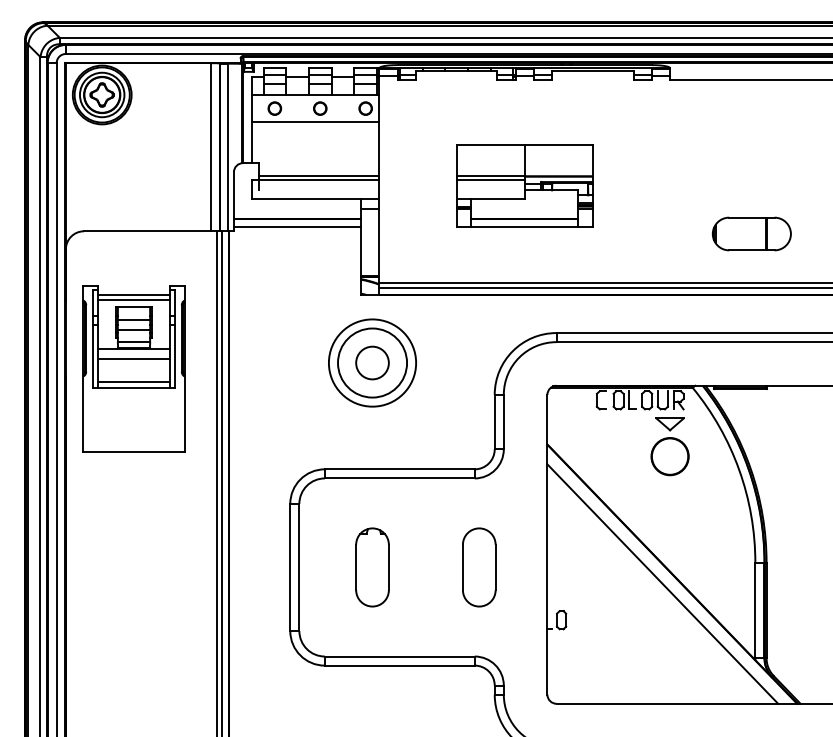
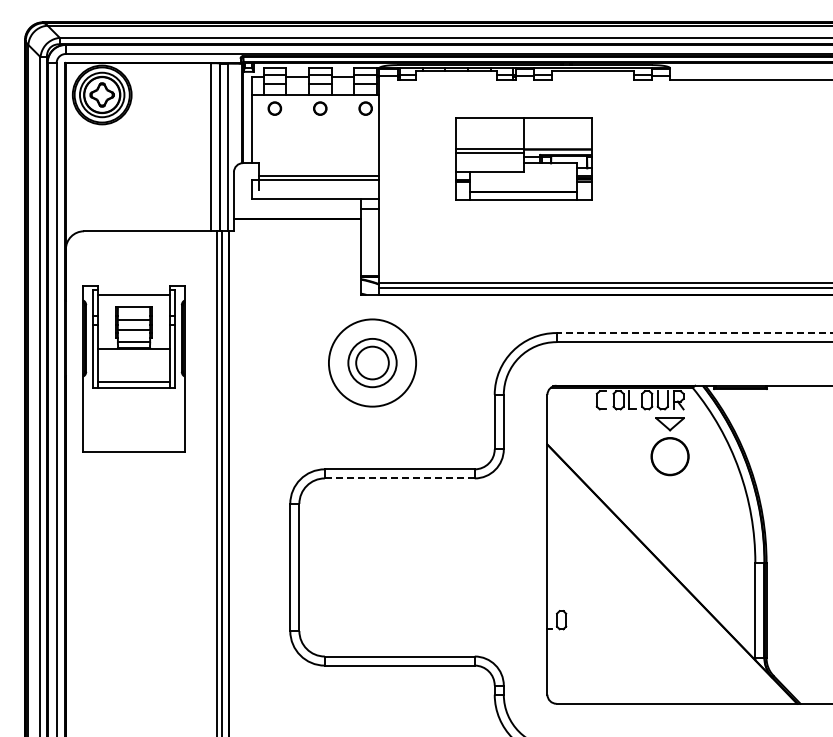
line at (315, 122): present -> none
part at (524, 185) position: (524, 185) -> (523, 158)
line at (297, 226): present -> none
part at (751, 233): present -> none
line at (133, 300): present -> none
line at (694, 333): solid -> dashed
line at (133, 359): present -> none
circle at (372, 362) diameter: 69 px -> 48 px
line at (399, 478): solid -> dashed
part at (372, 567): present -> none
part at (479, 567): present -> none
line at (662, 583): present -> none
